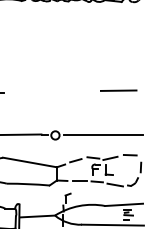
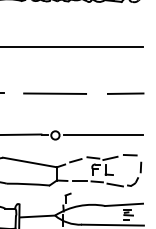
line at (72, 47): none -> present
line at (118, 90) position: (118, 90) -> (125, 93)
line at (55, 93): none -> present
